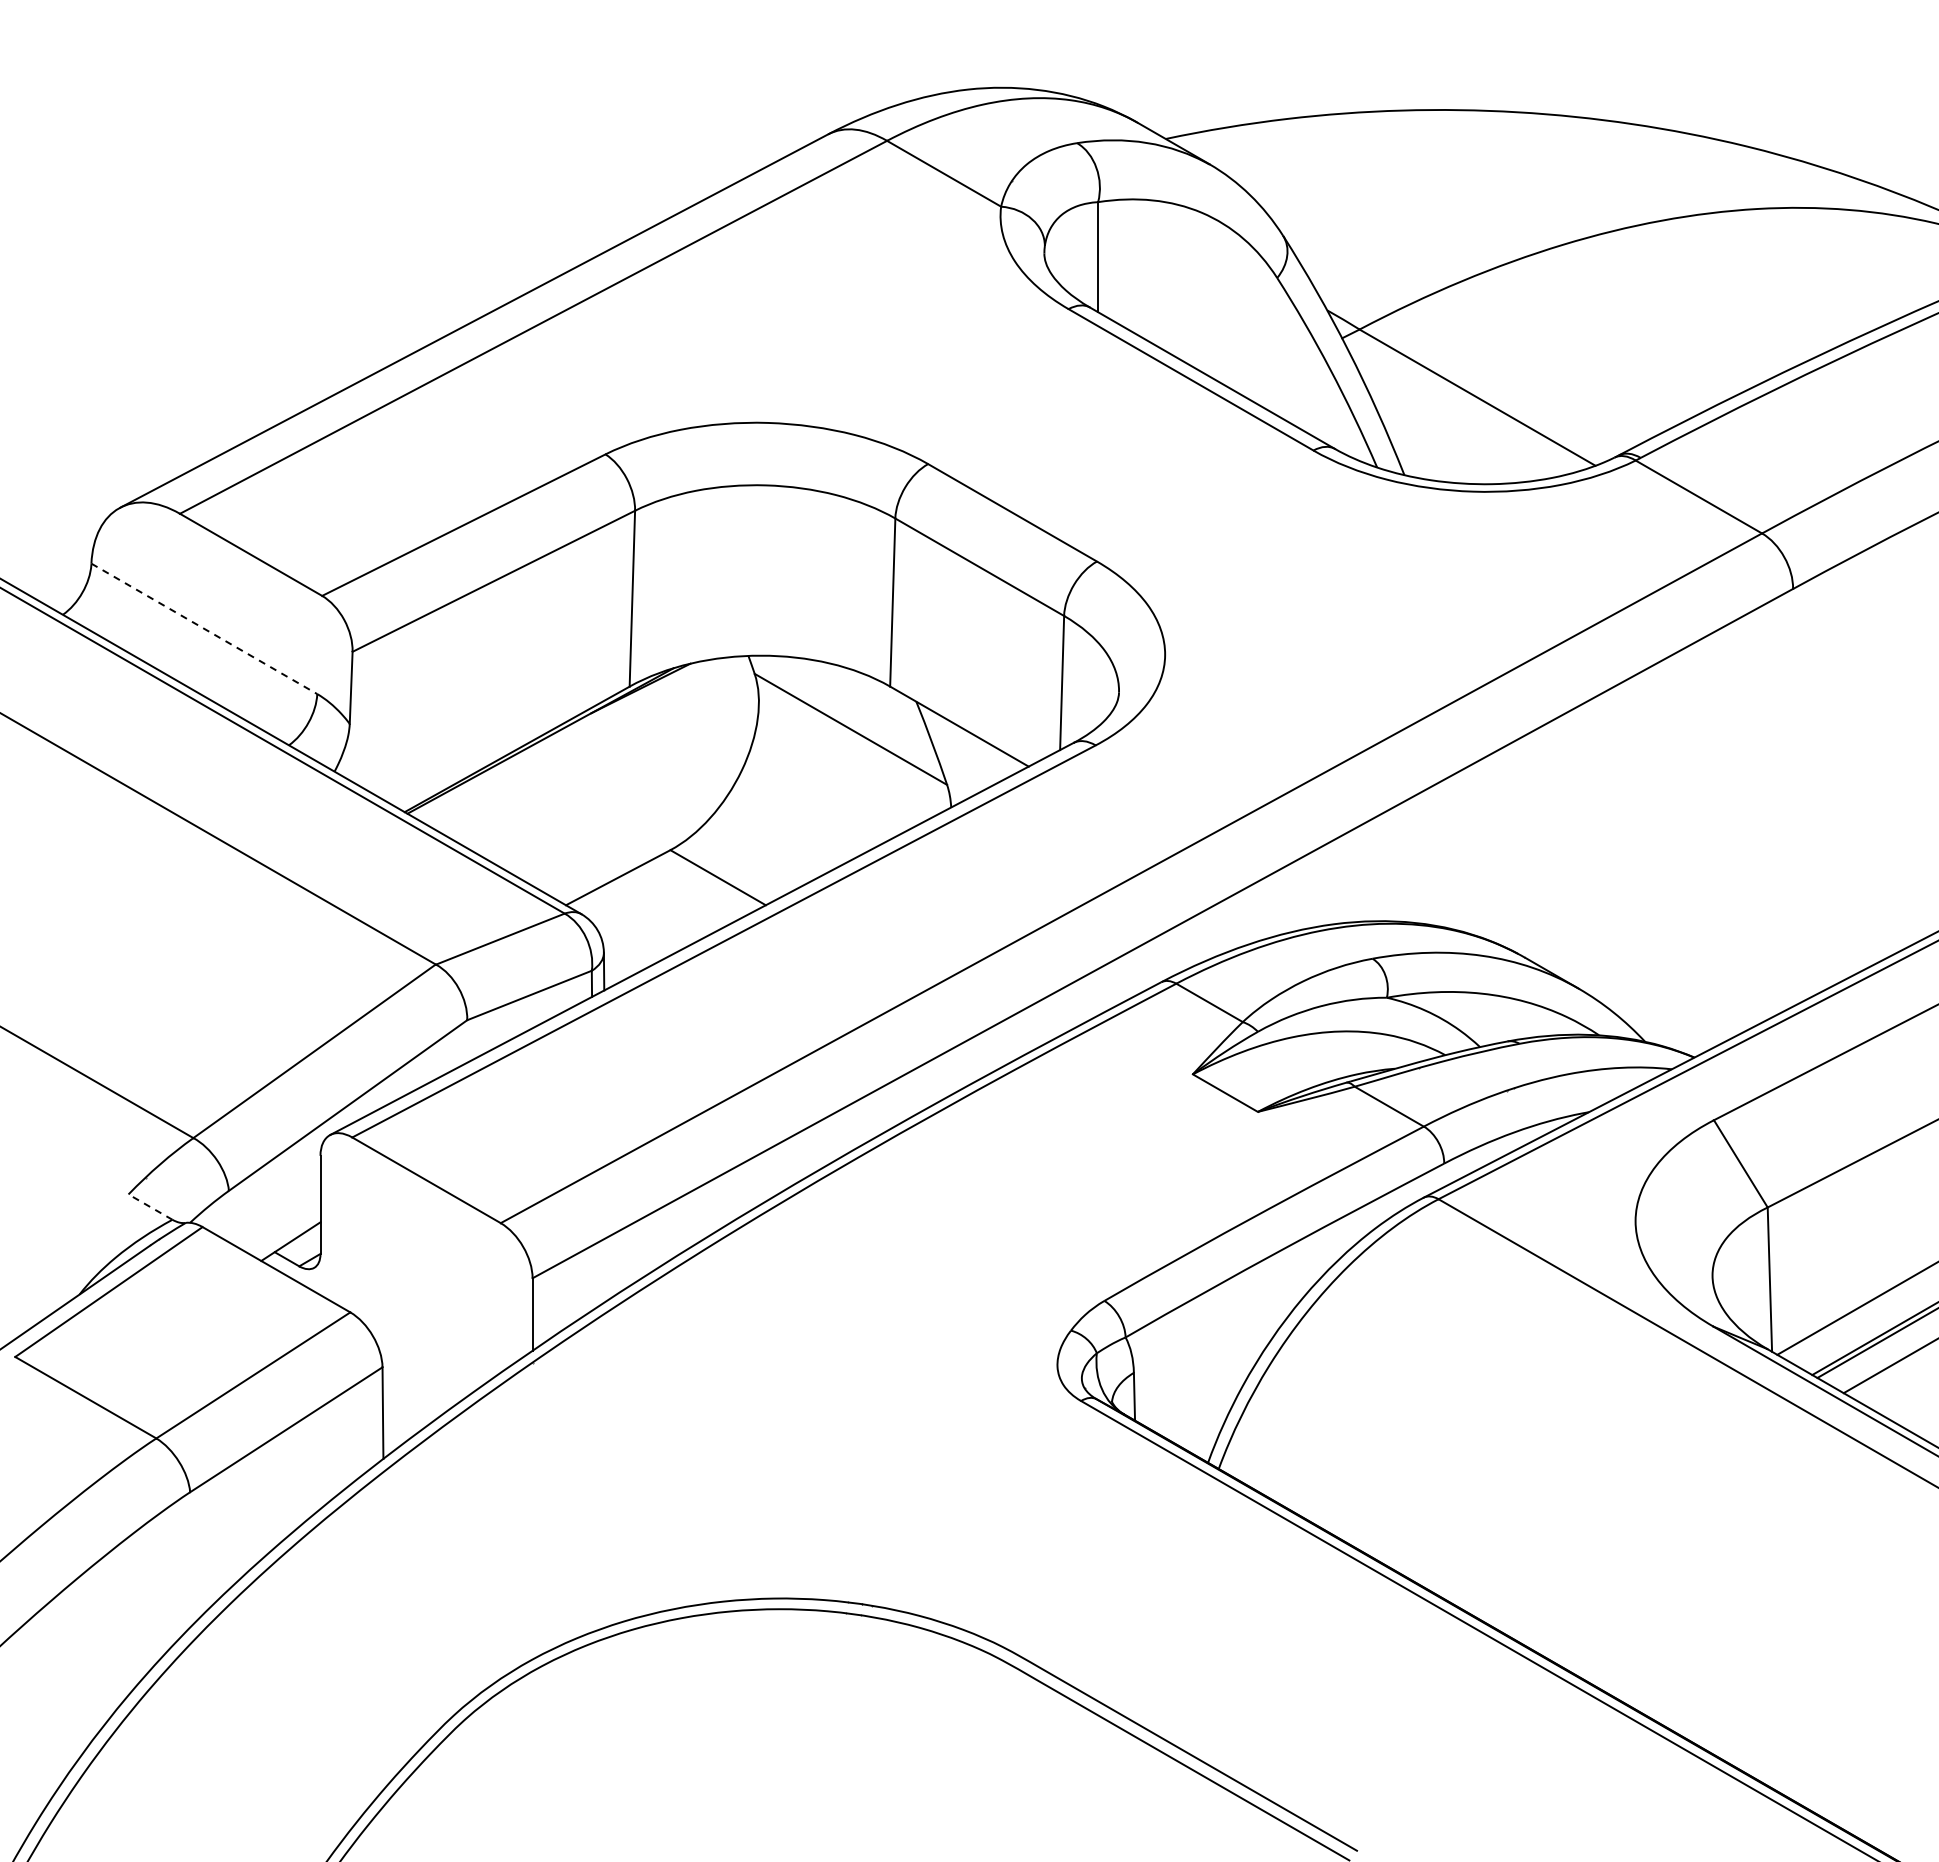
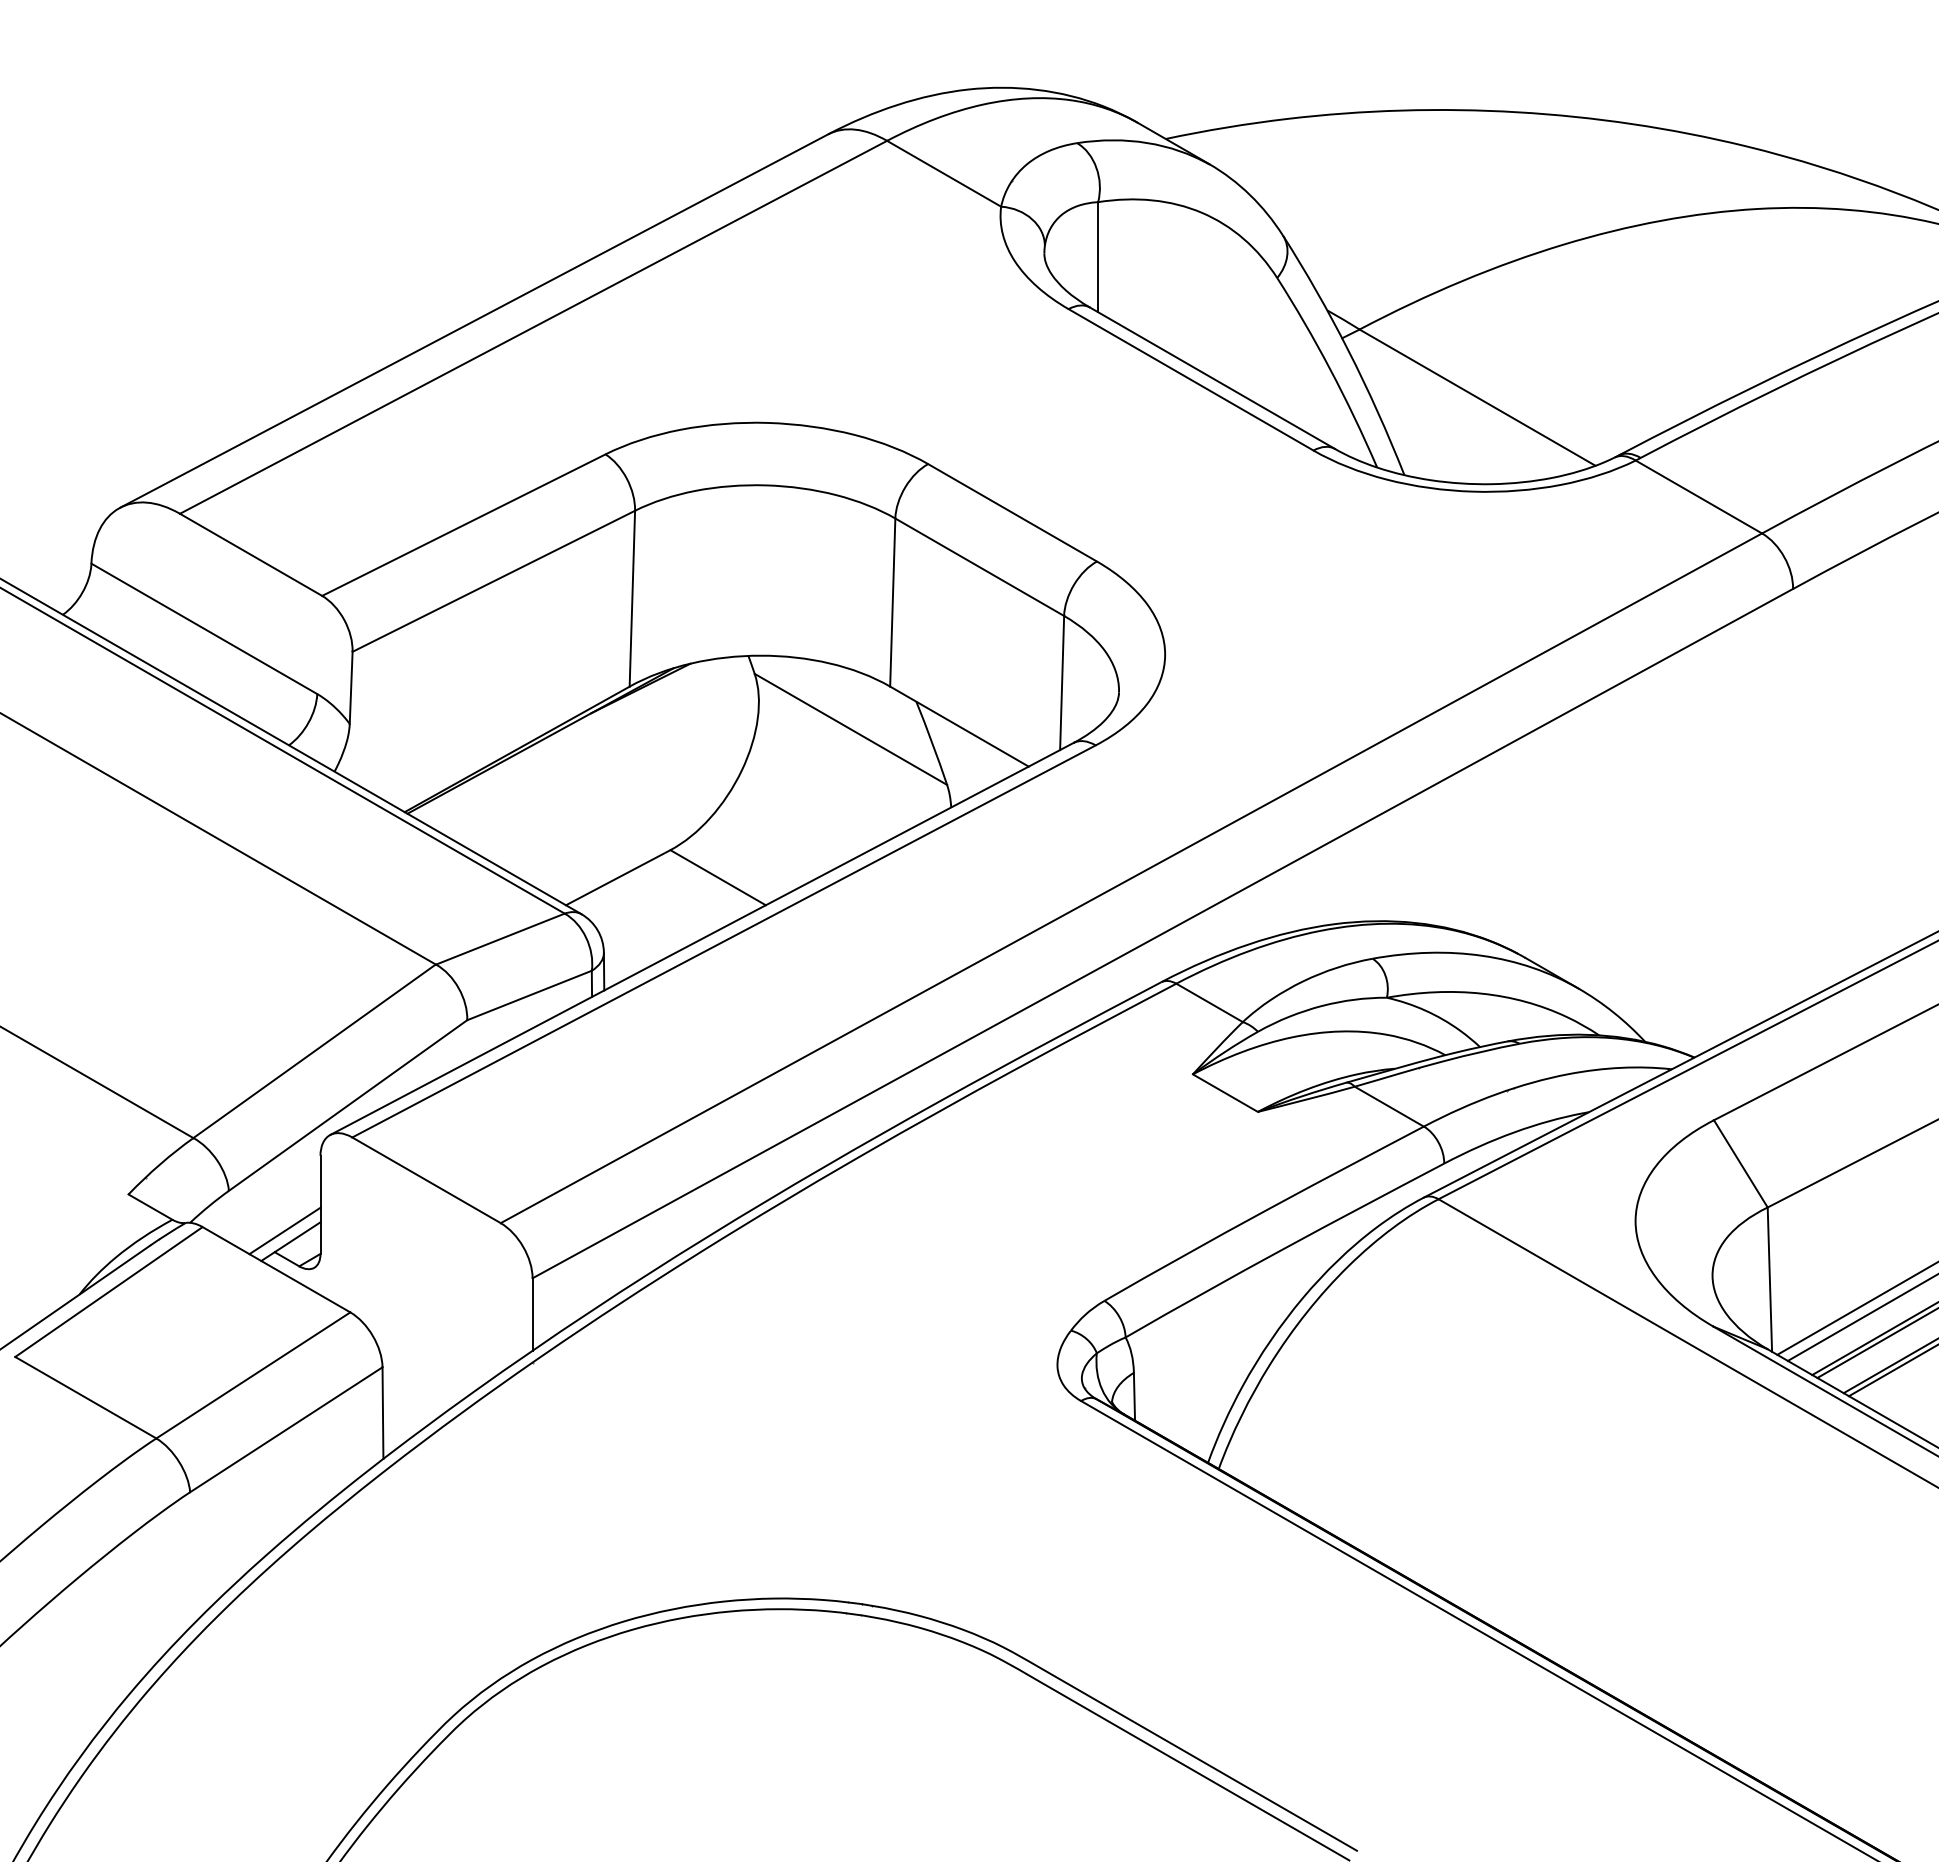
line at (204, 629): dashed -> solid
line at (150, 1206): dashed -> solid
line at (284, 1230): none -> present
line at (1861, 1317): none -> present
line at (1891, 1371): none -> present
